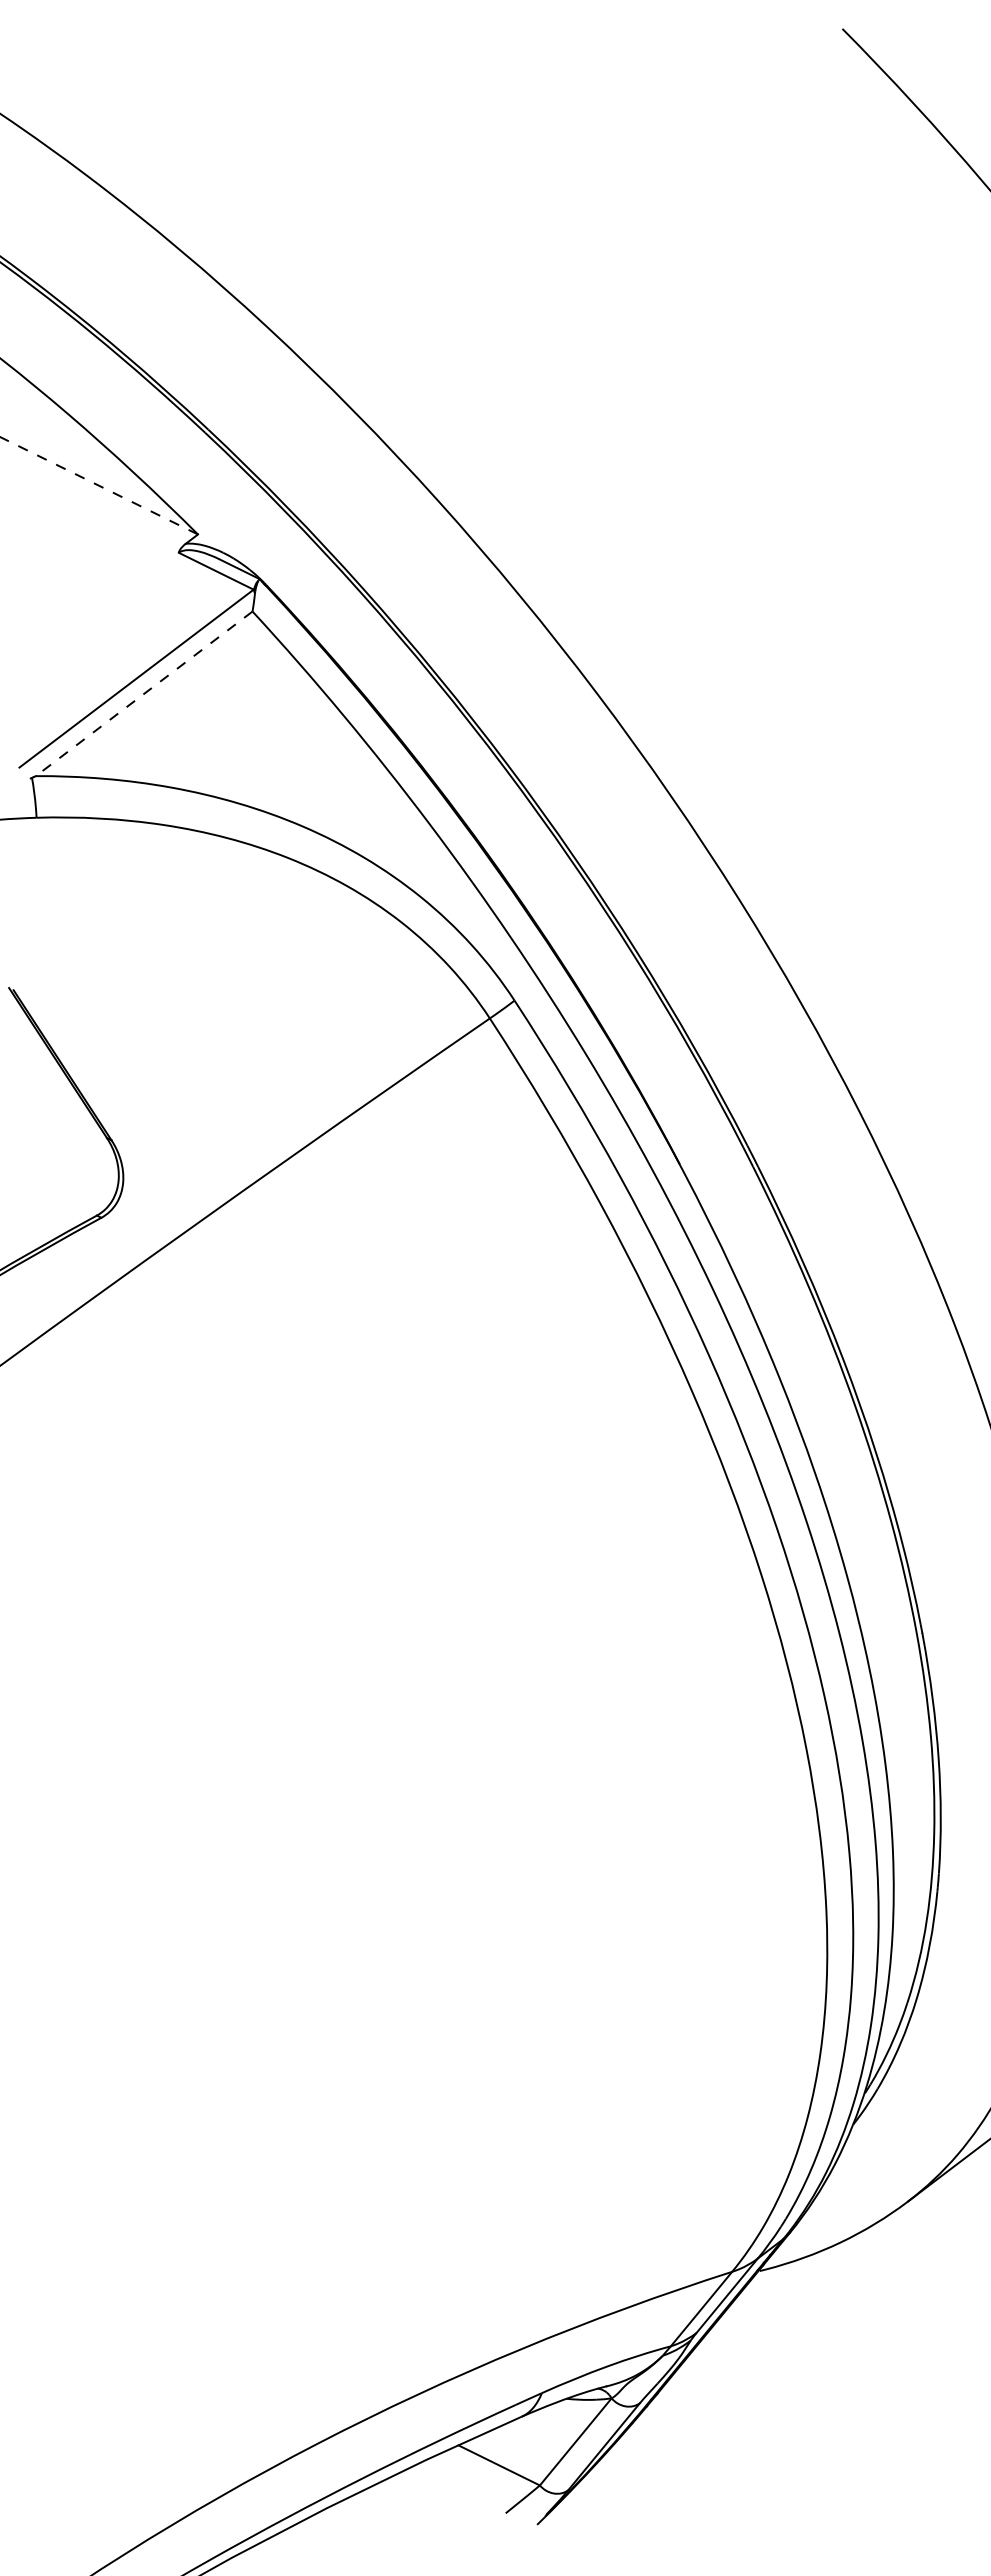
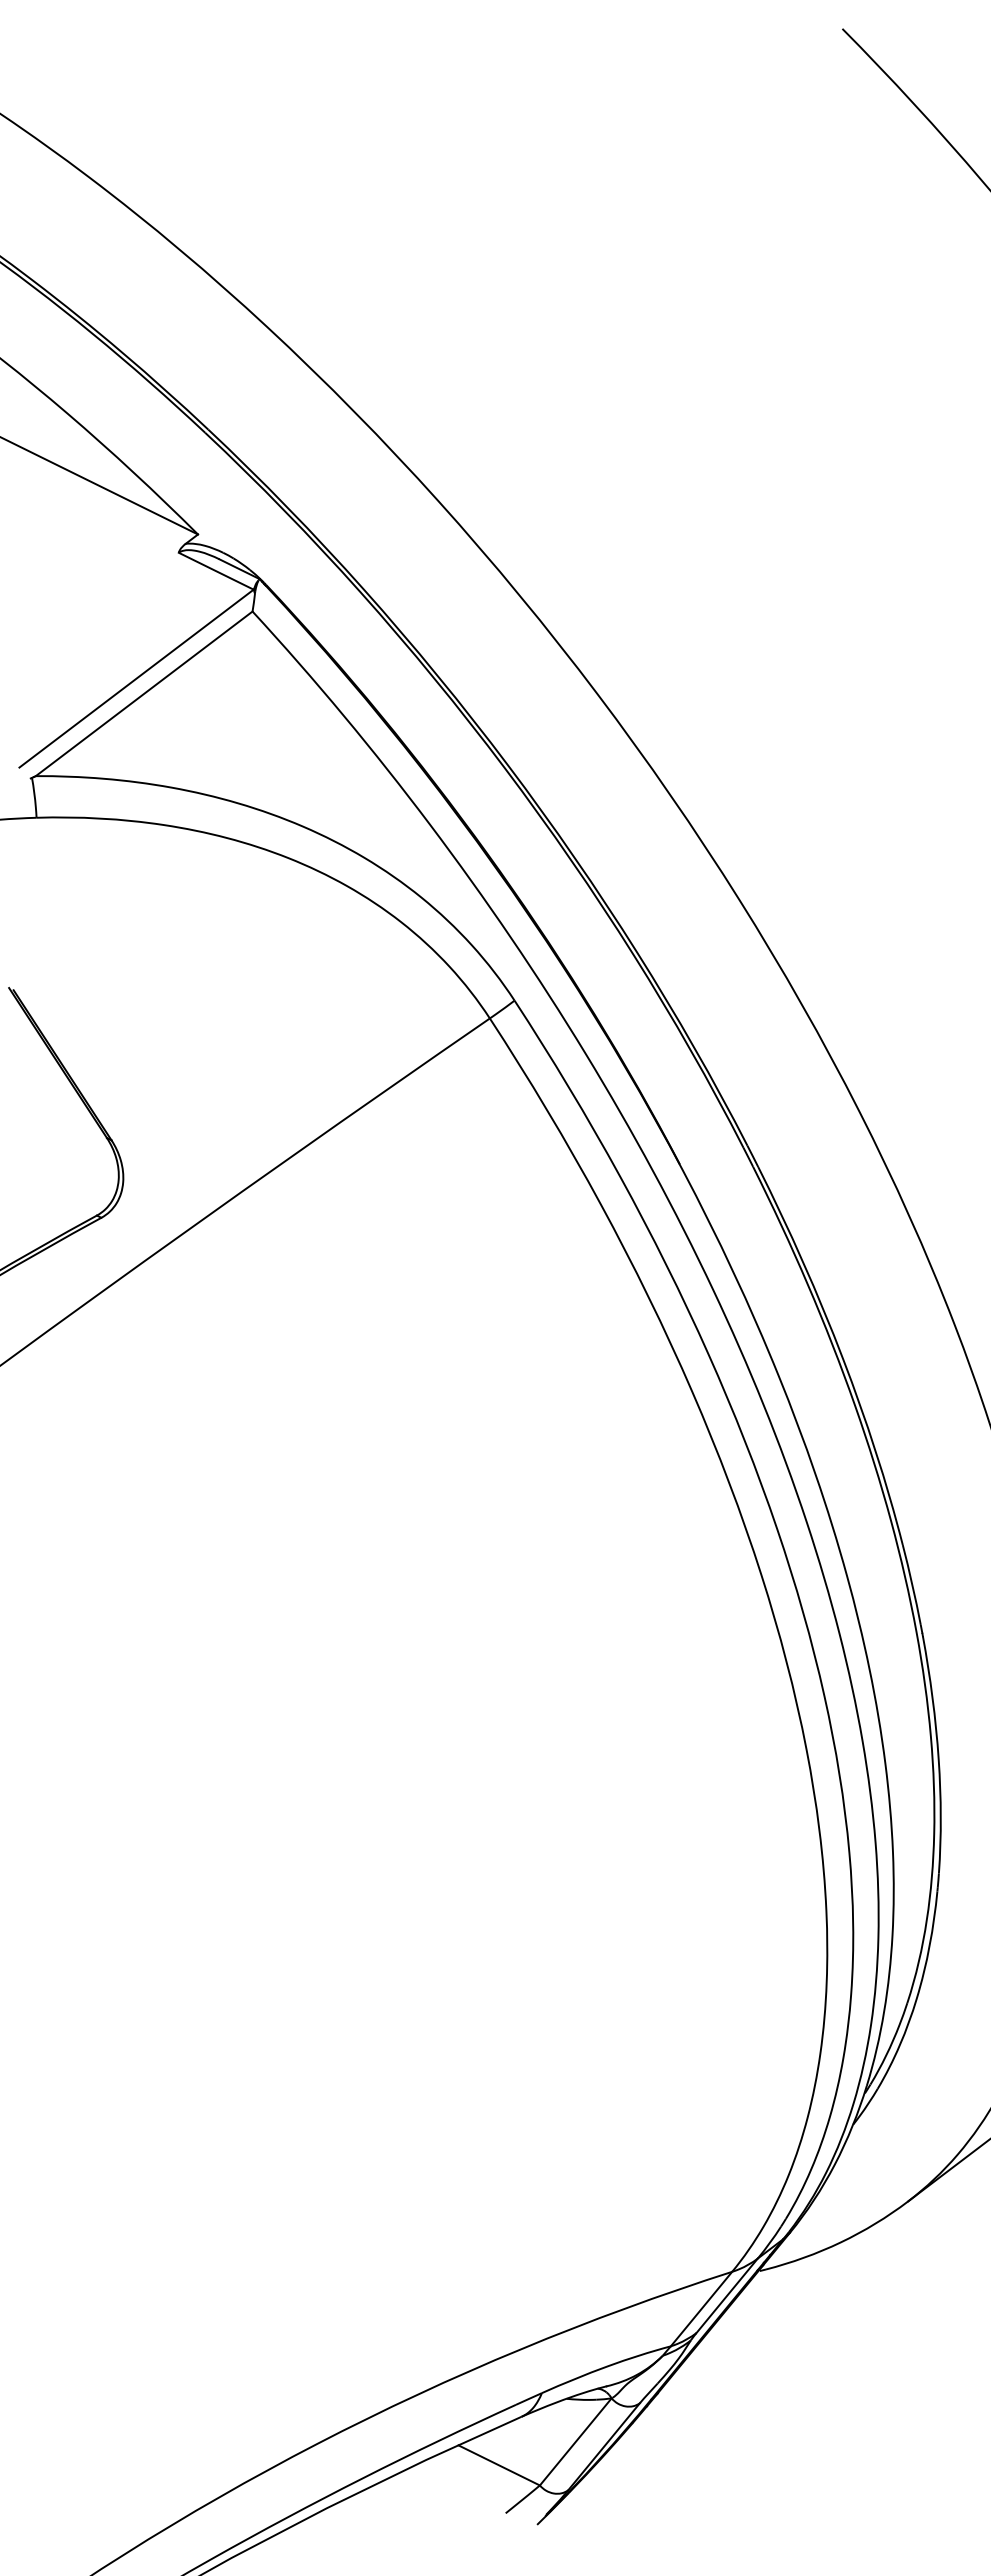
line at (98, 485): dashed -> solid
line at (143, 694): dashed -> solid
